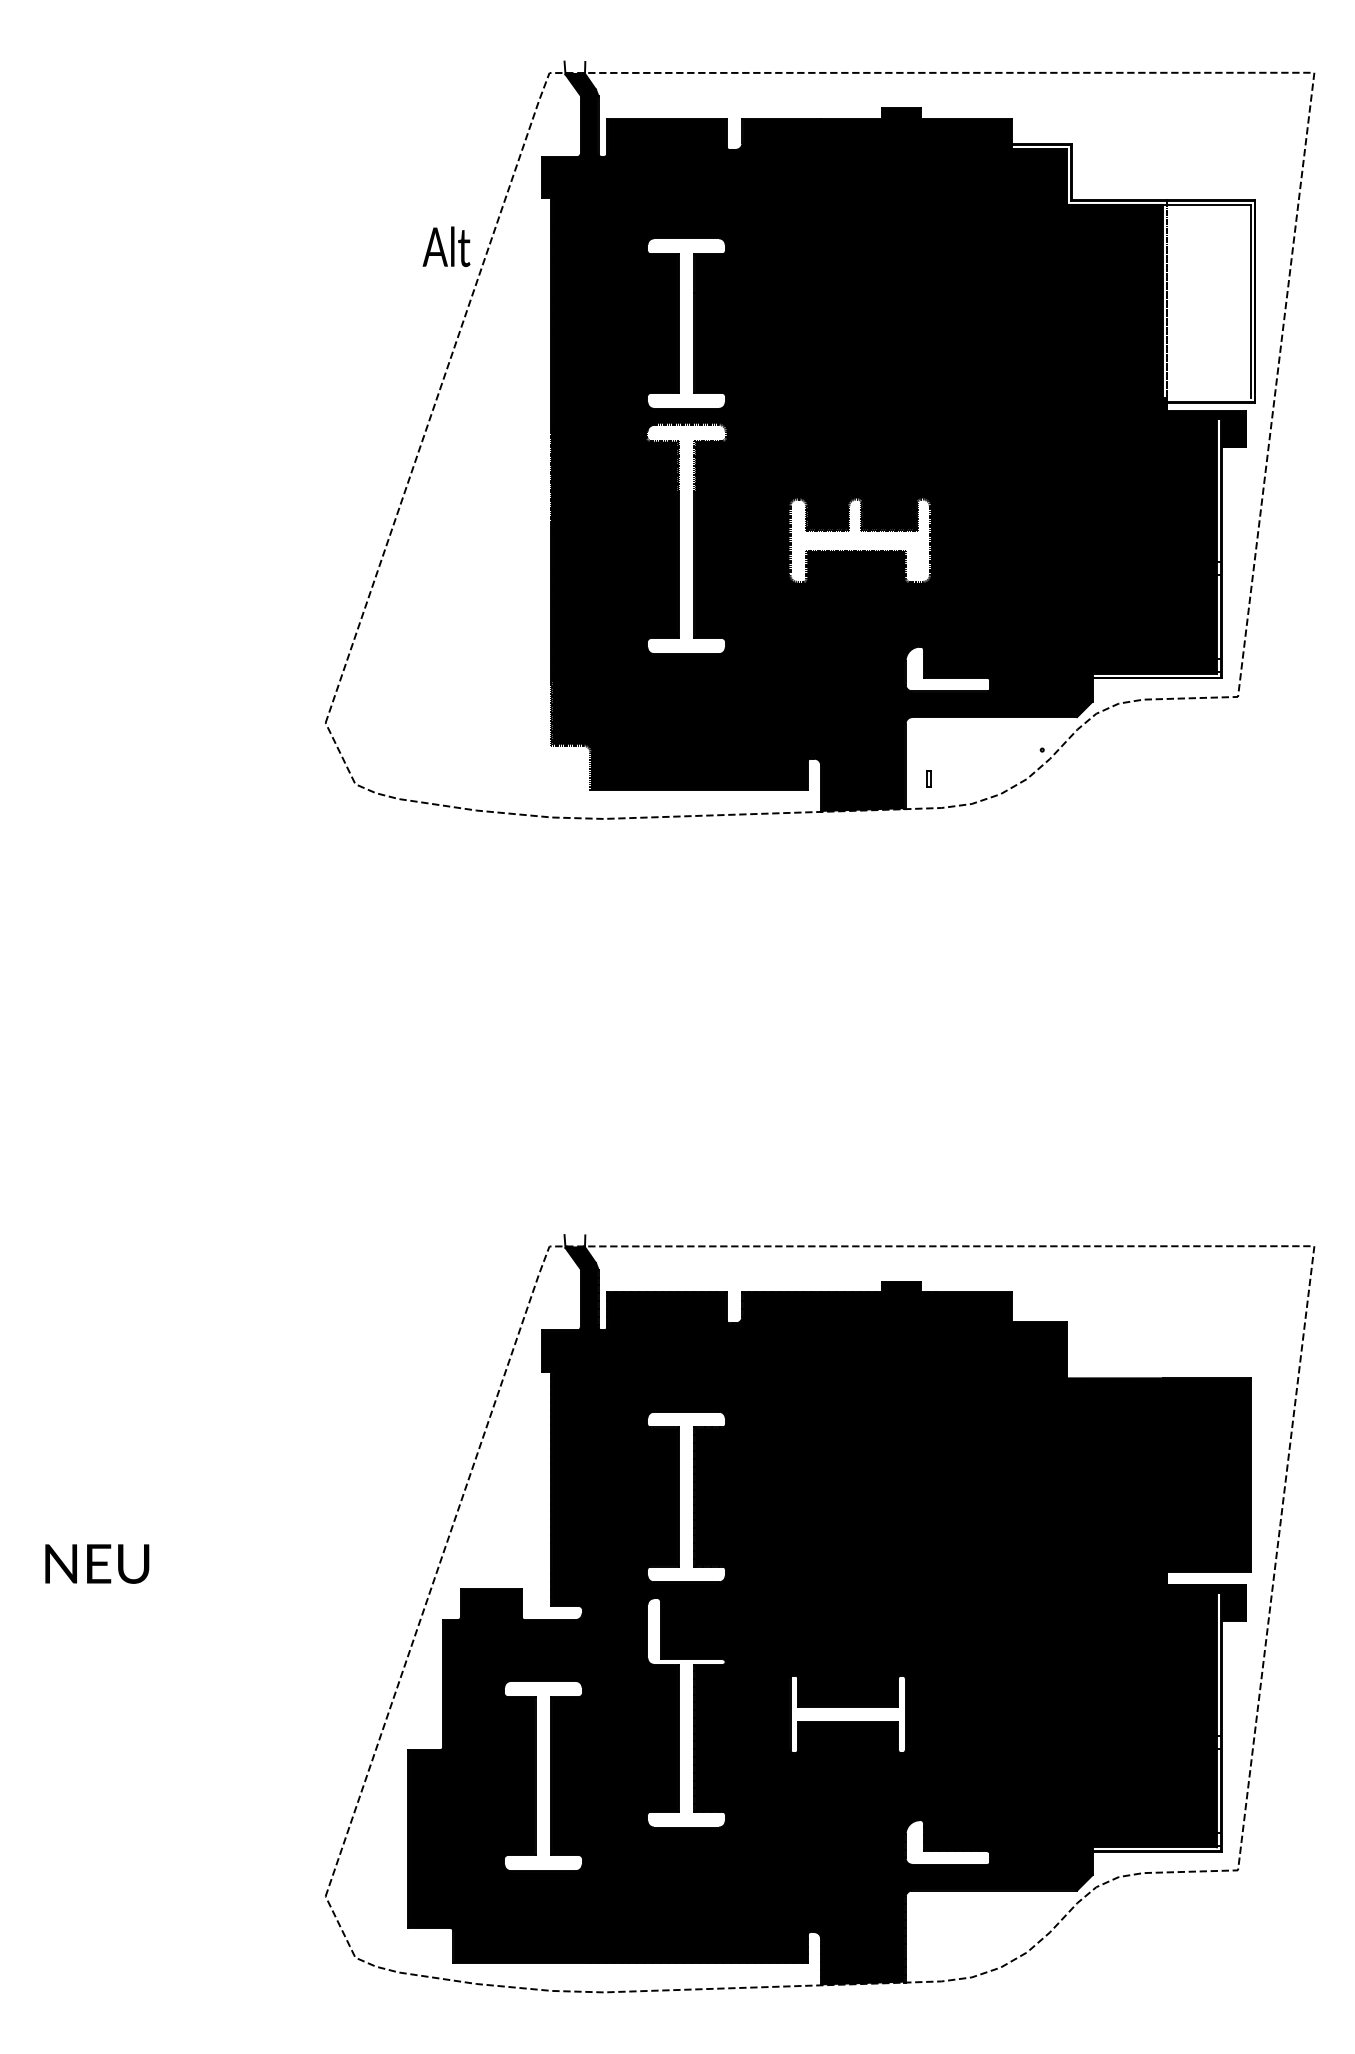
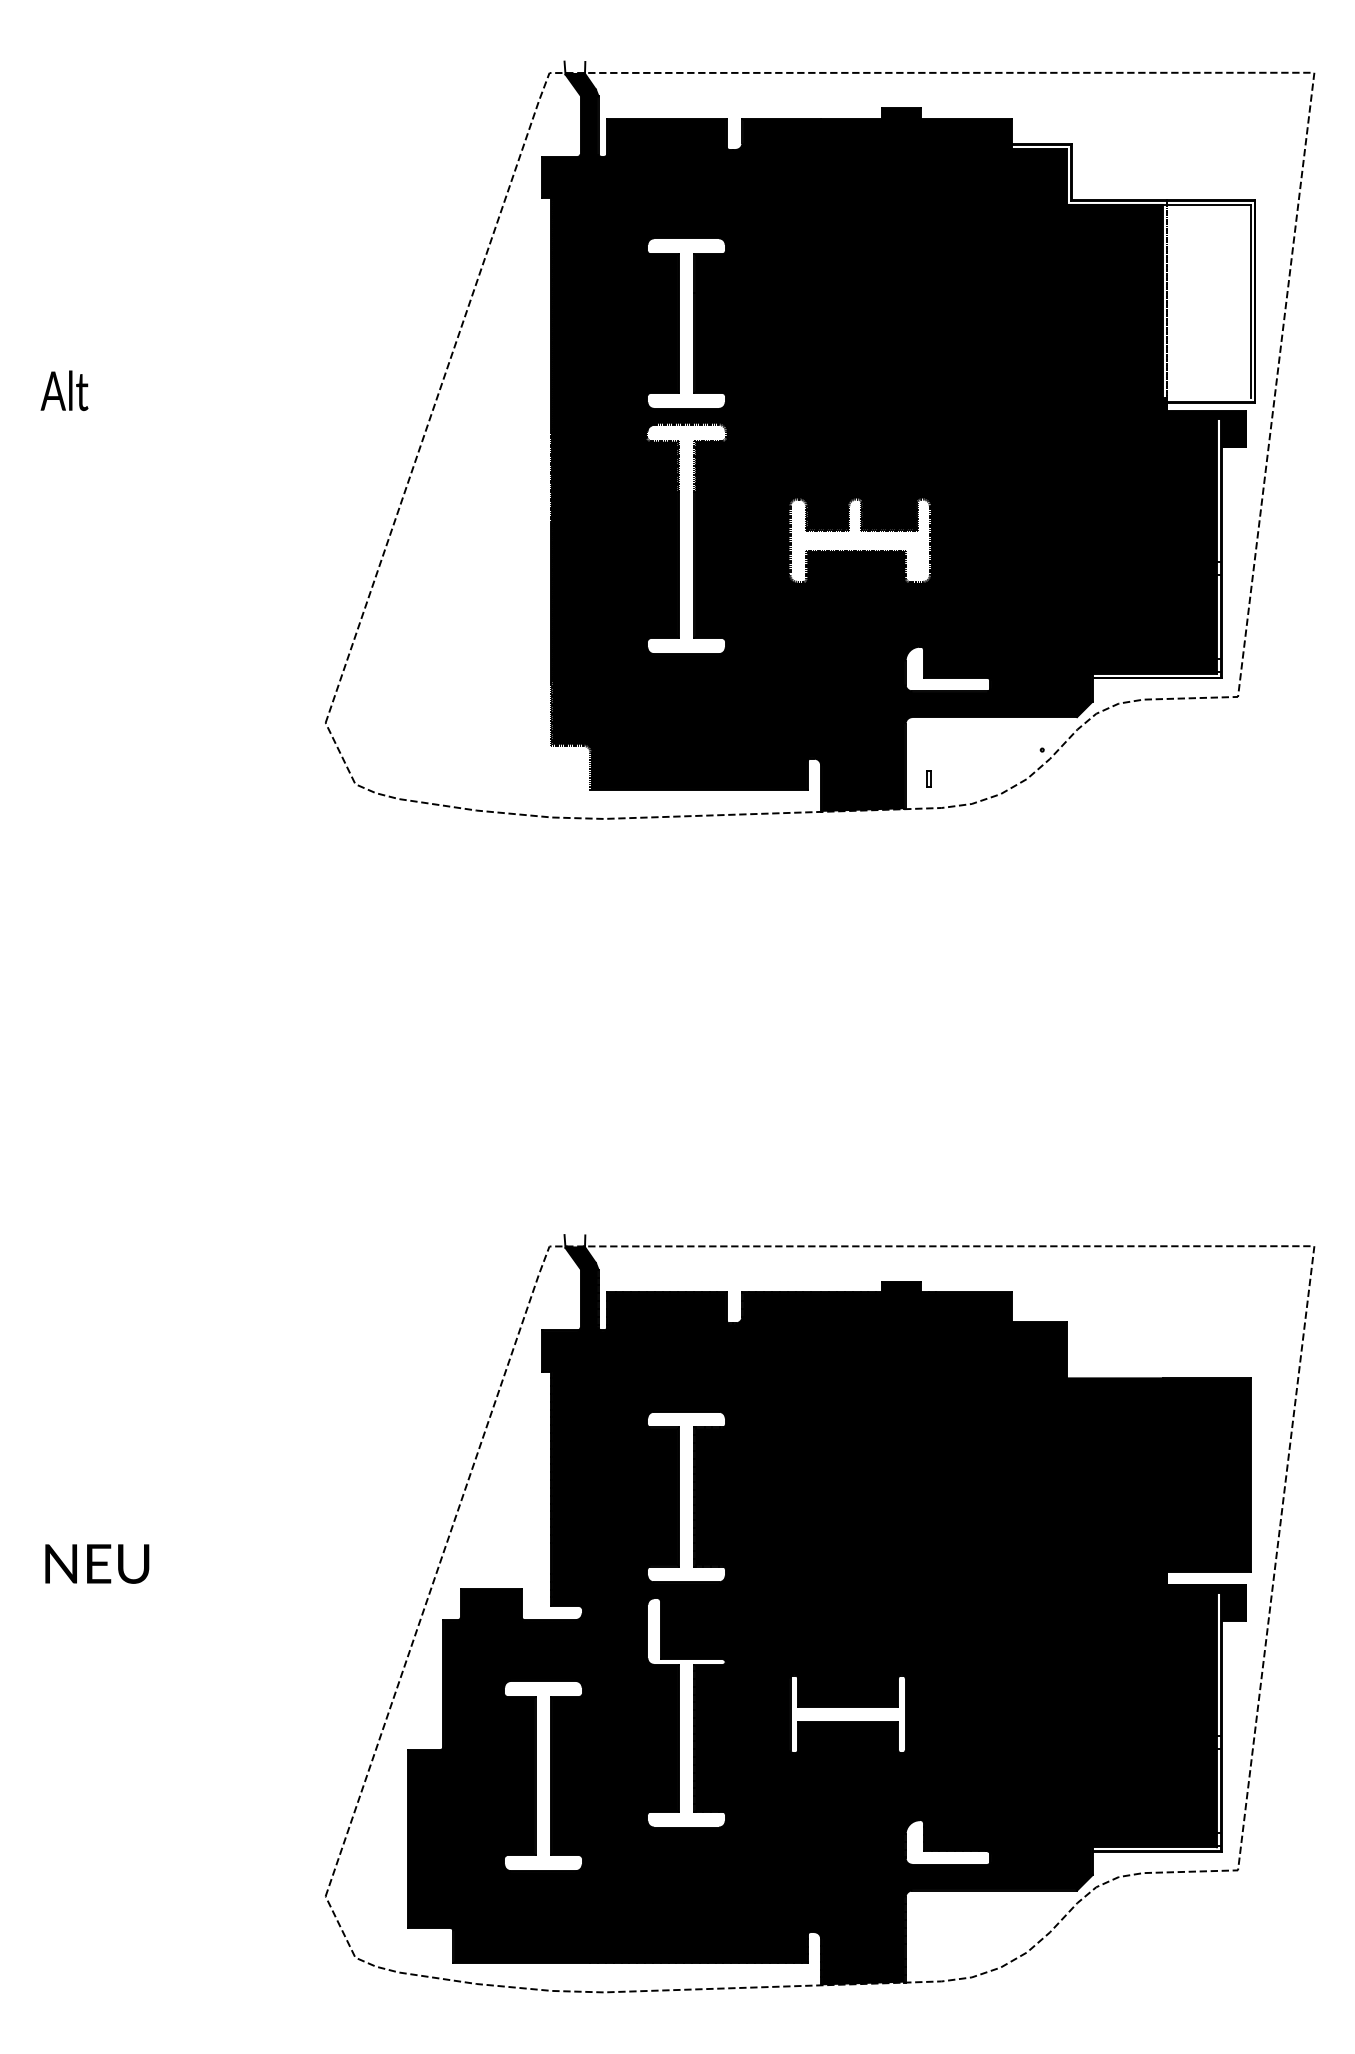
text at (446, 246) position: (446, 246) -> (64, 390)
